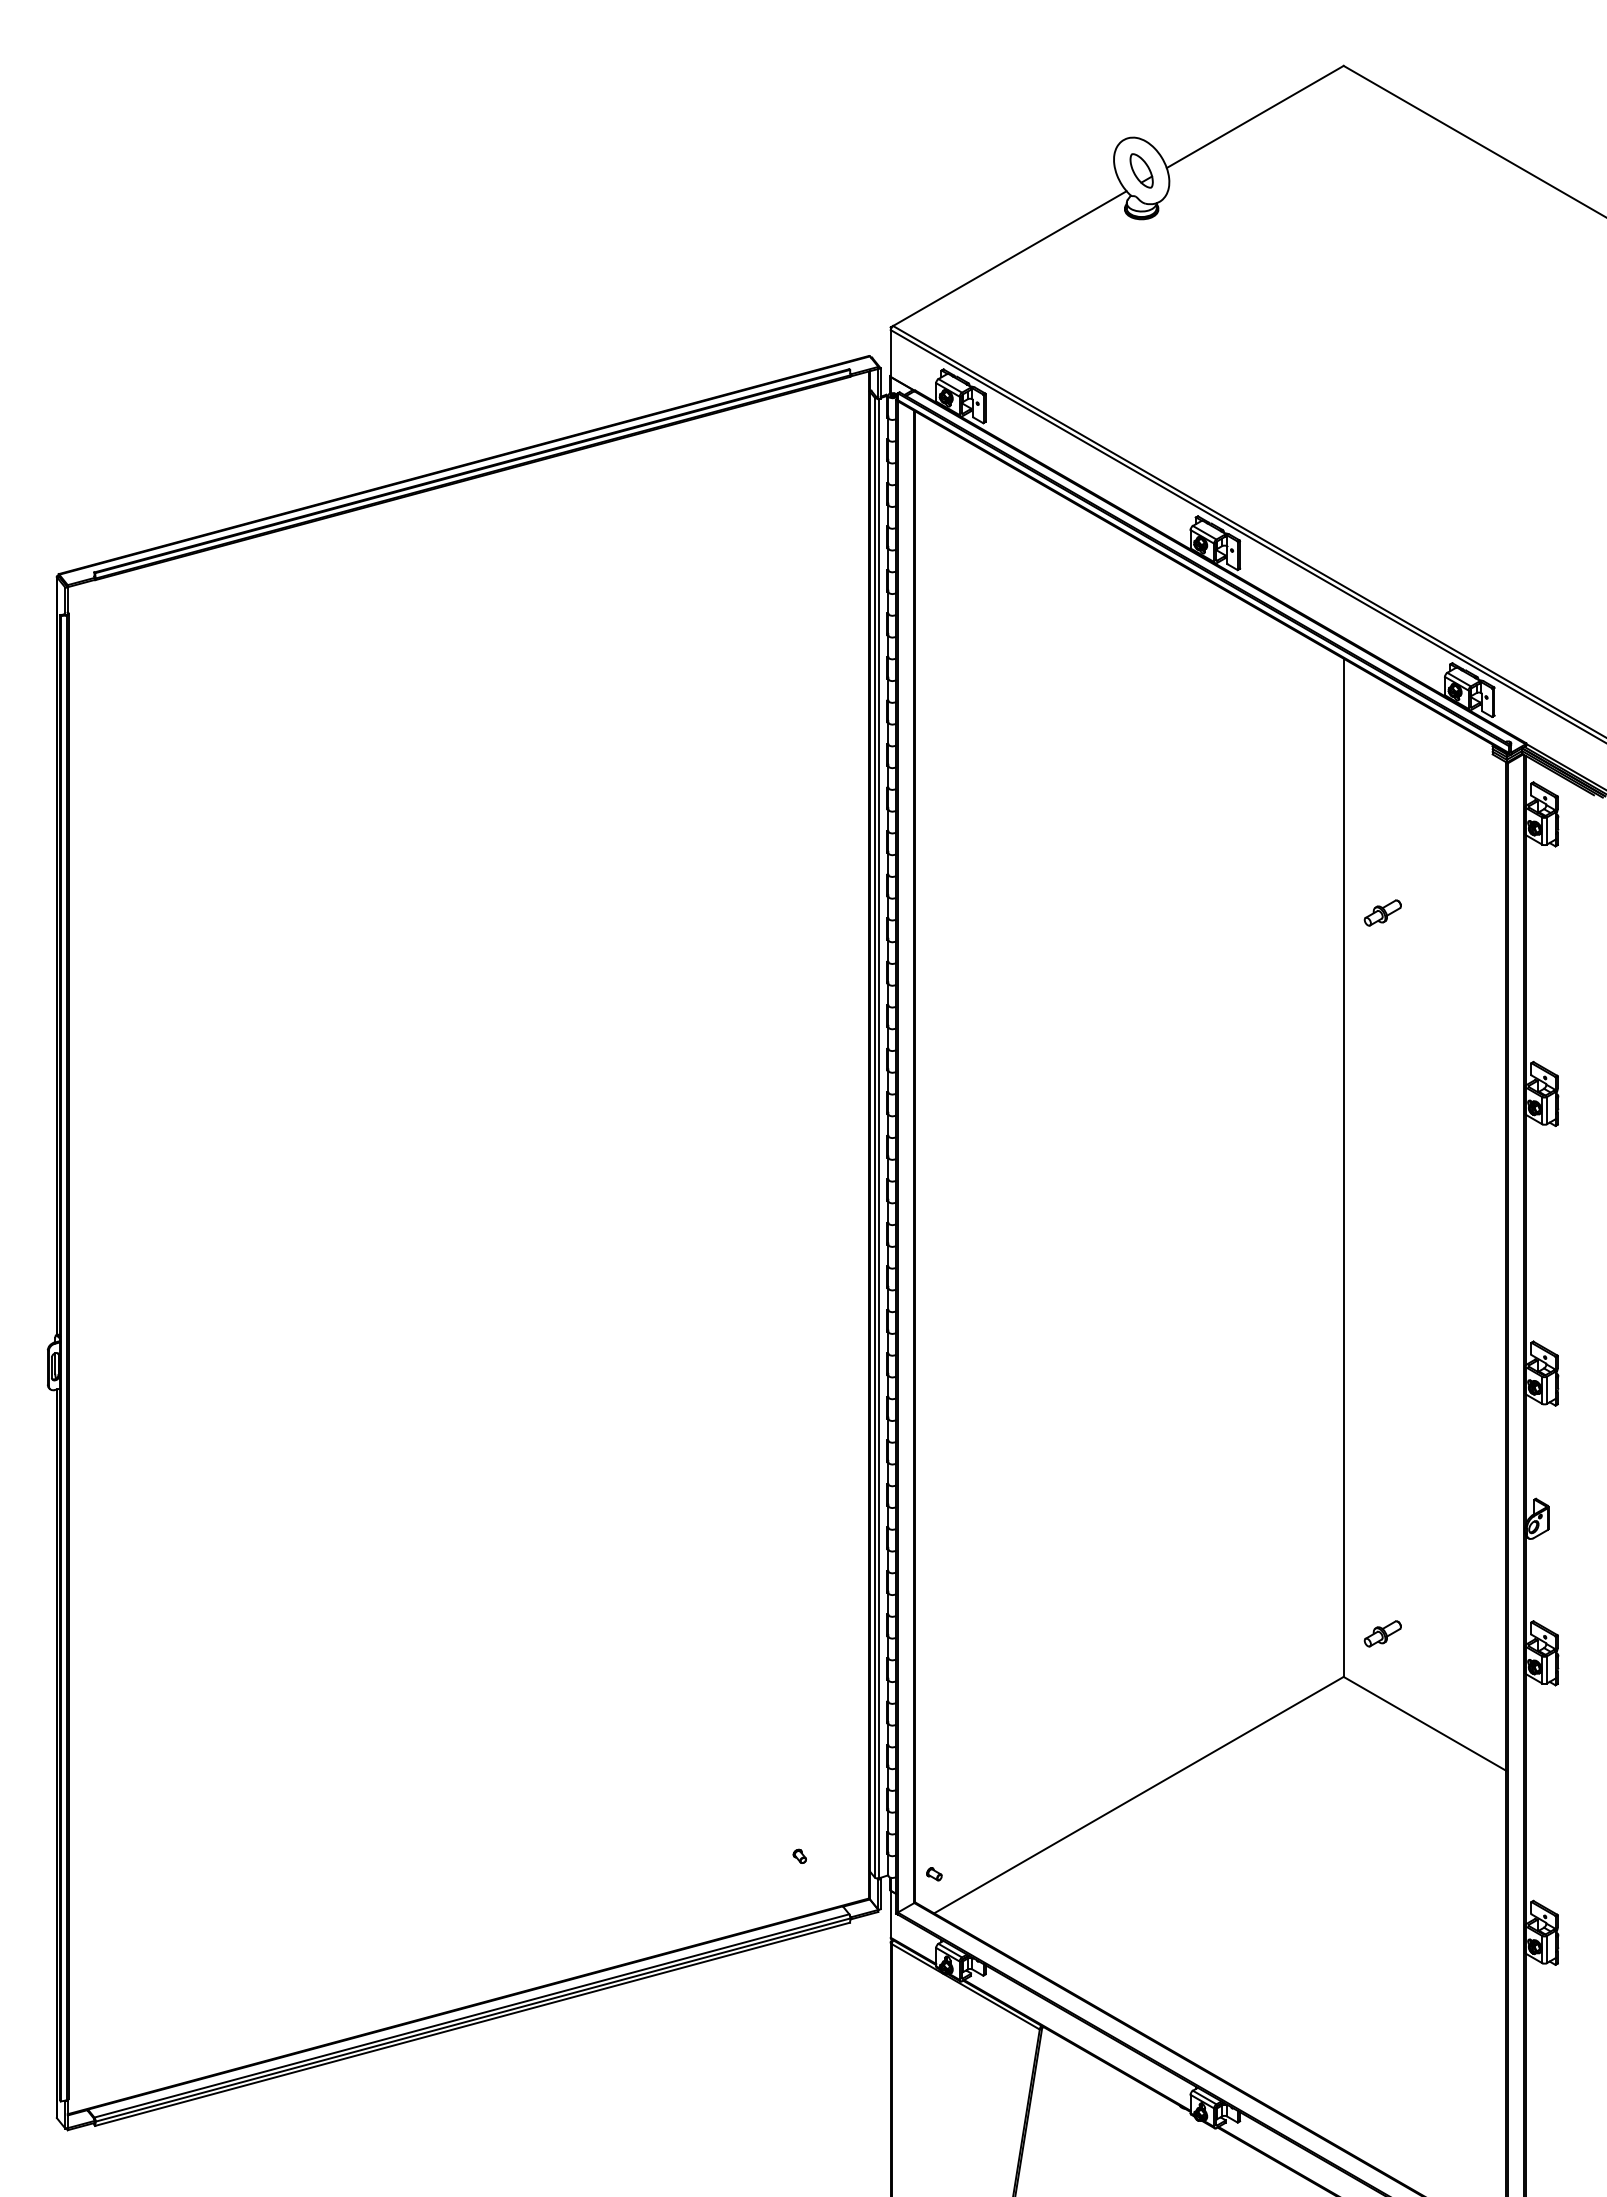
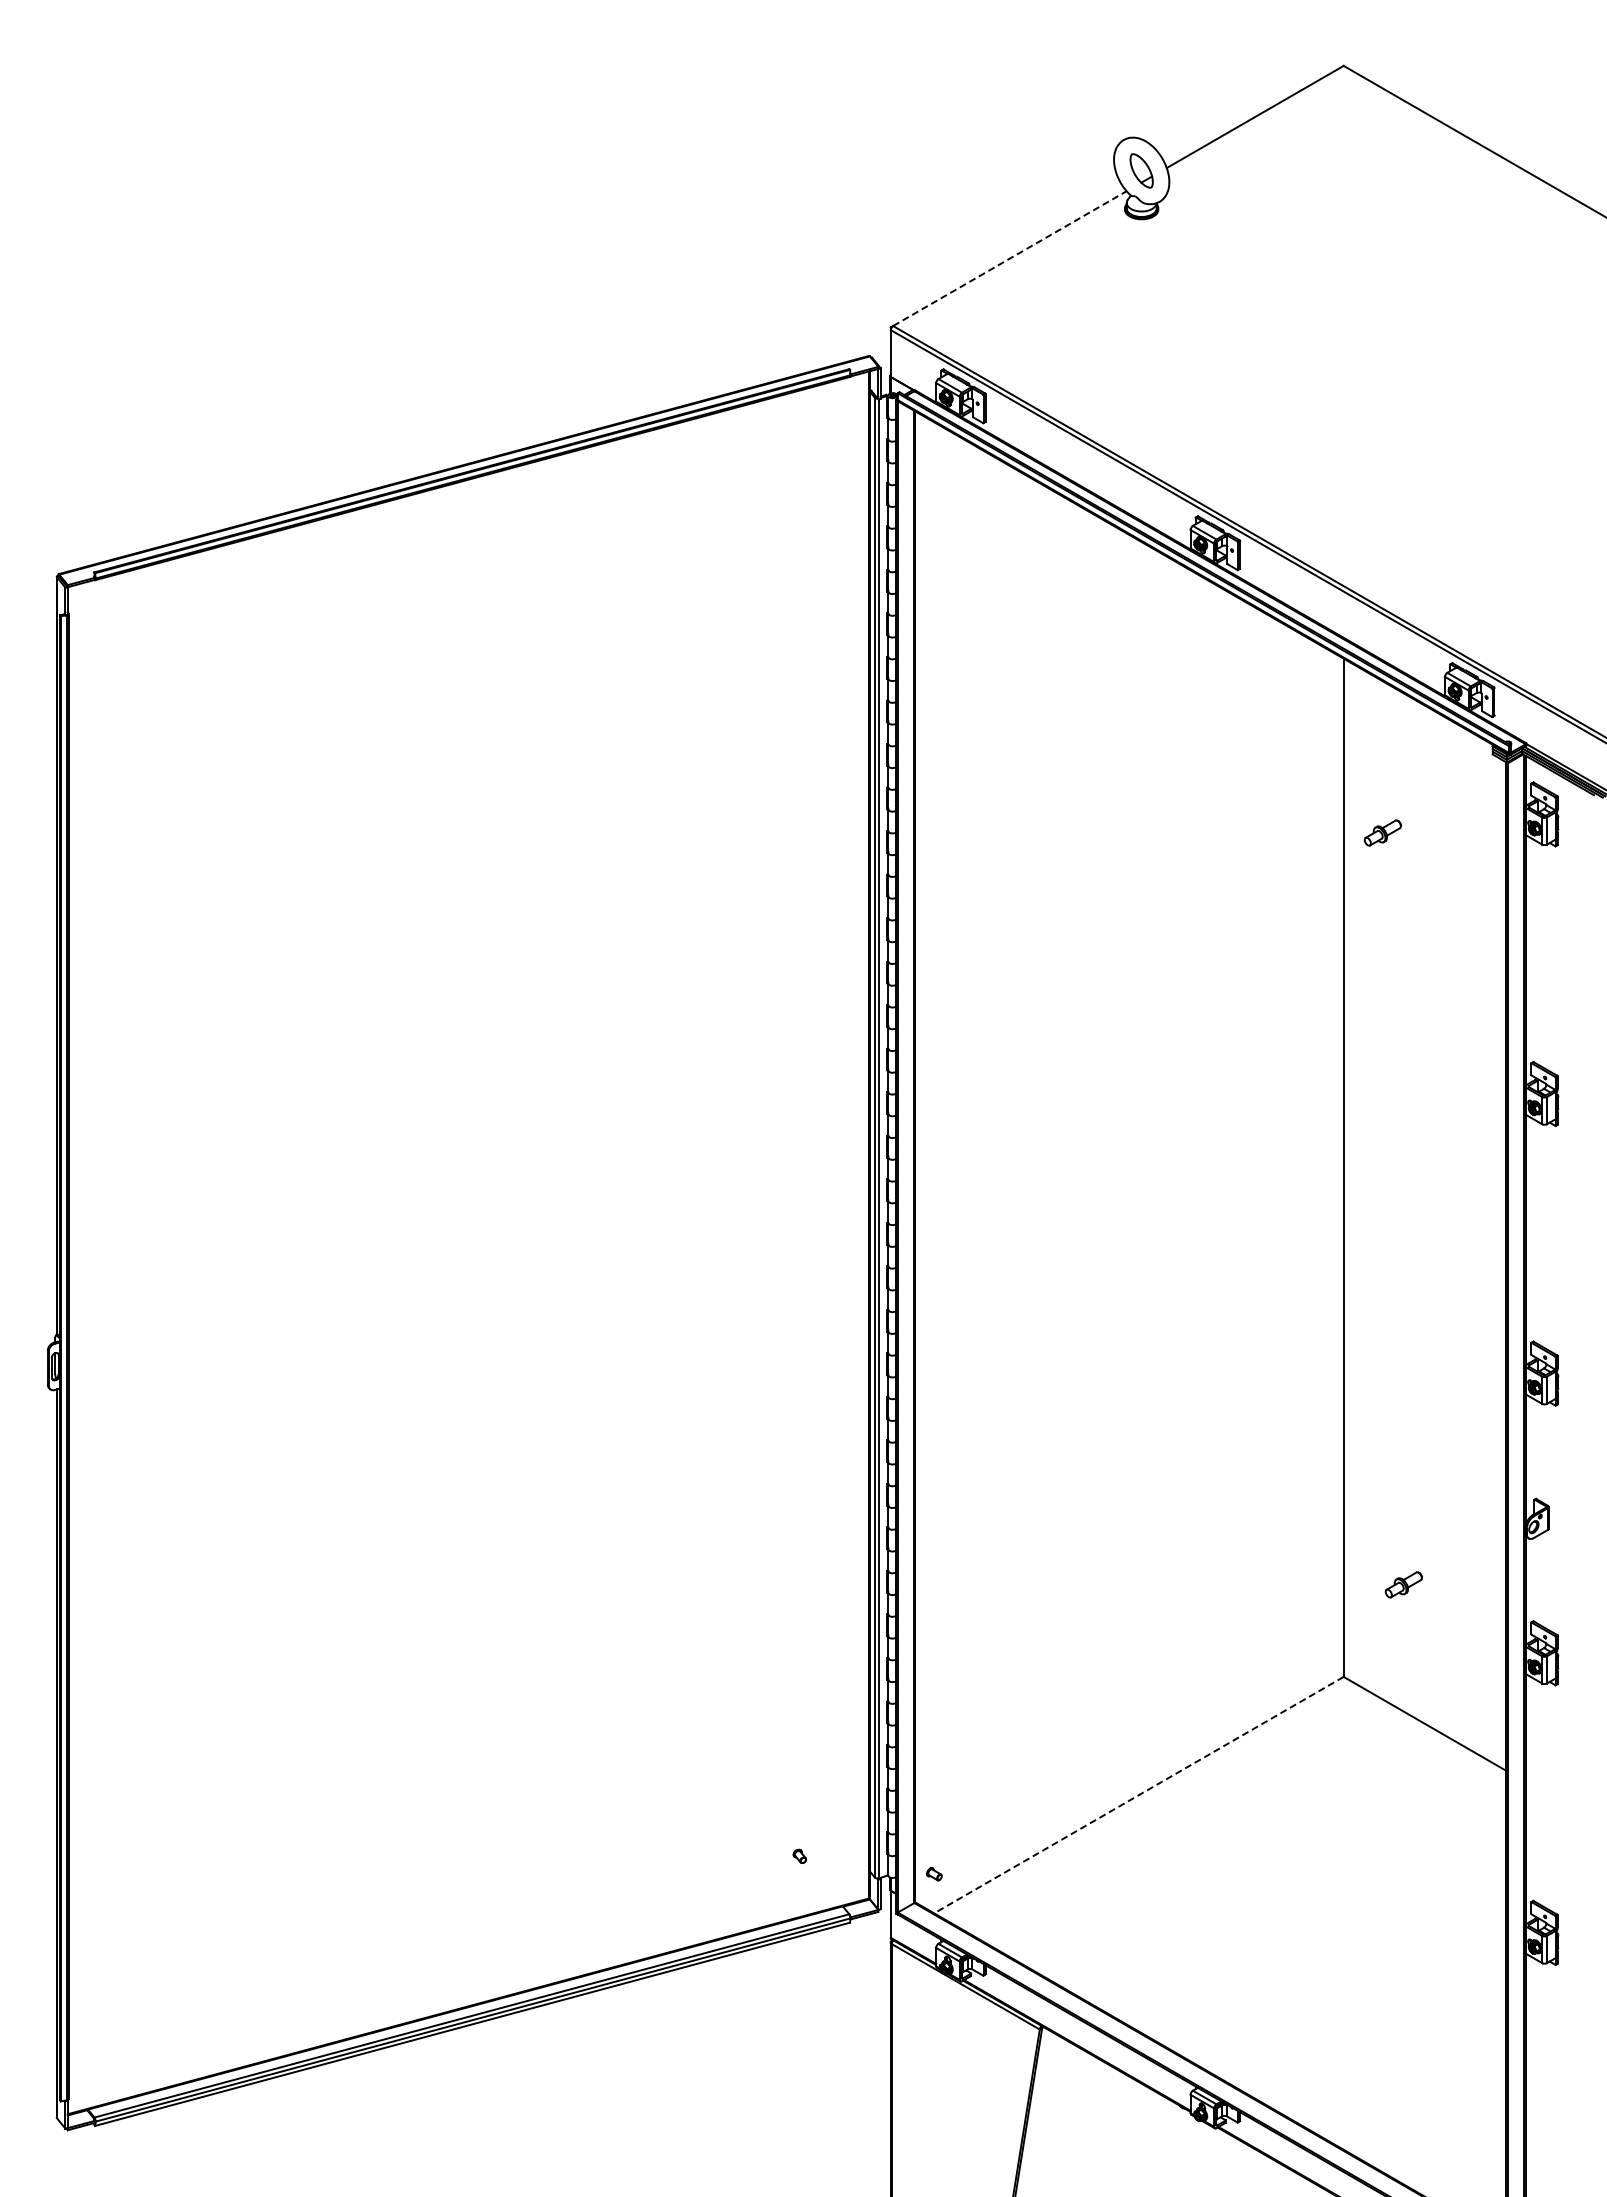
line at (1009, 258): solid -> dashed
part at (1382, 912) position: (1382, 912) -> (1382, 832)
part at (1382, 1633) position: (1382, 1633) -> (1403, 1584)
line at (1138, 1795): solid -> dashed
